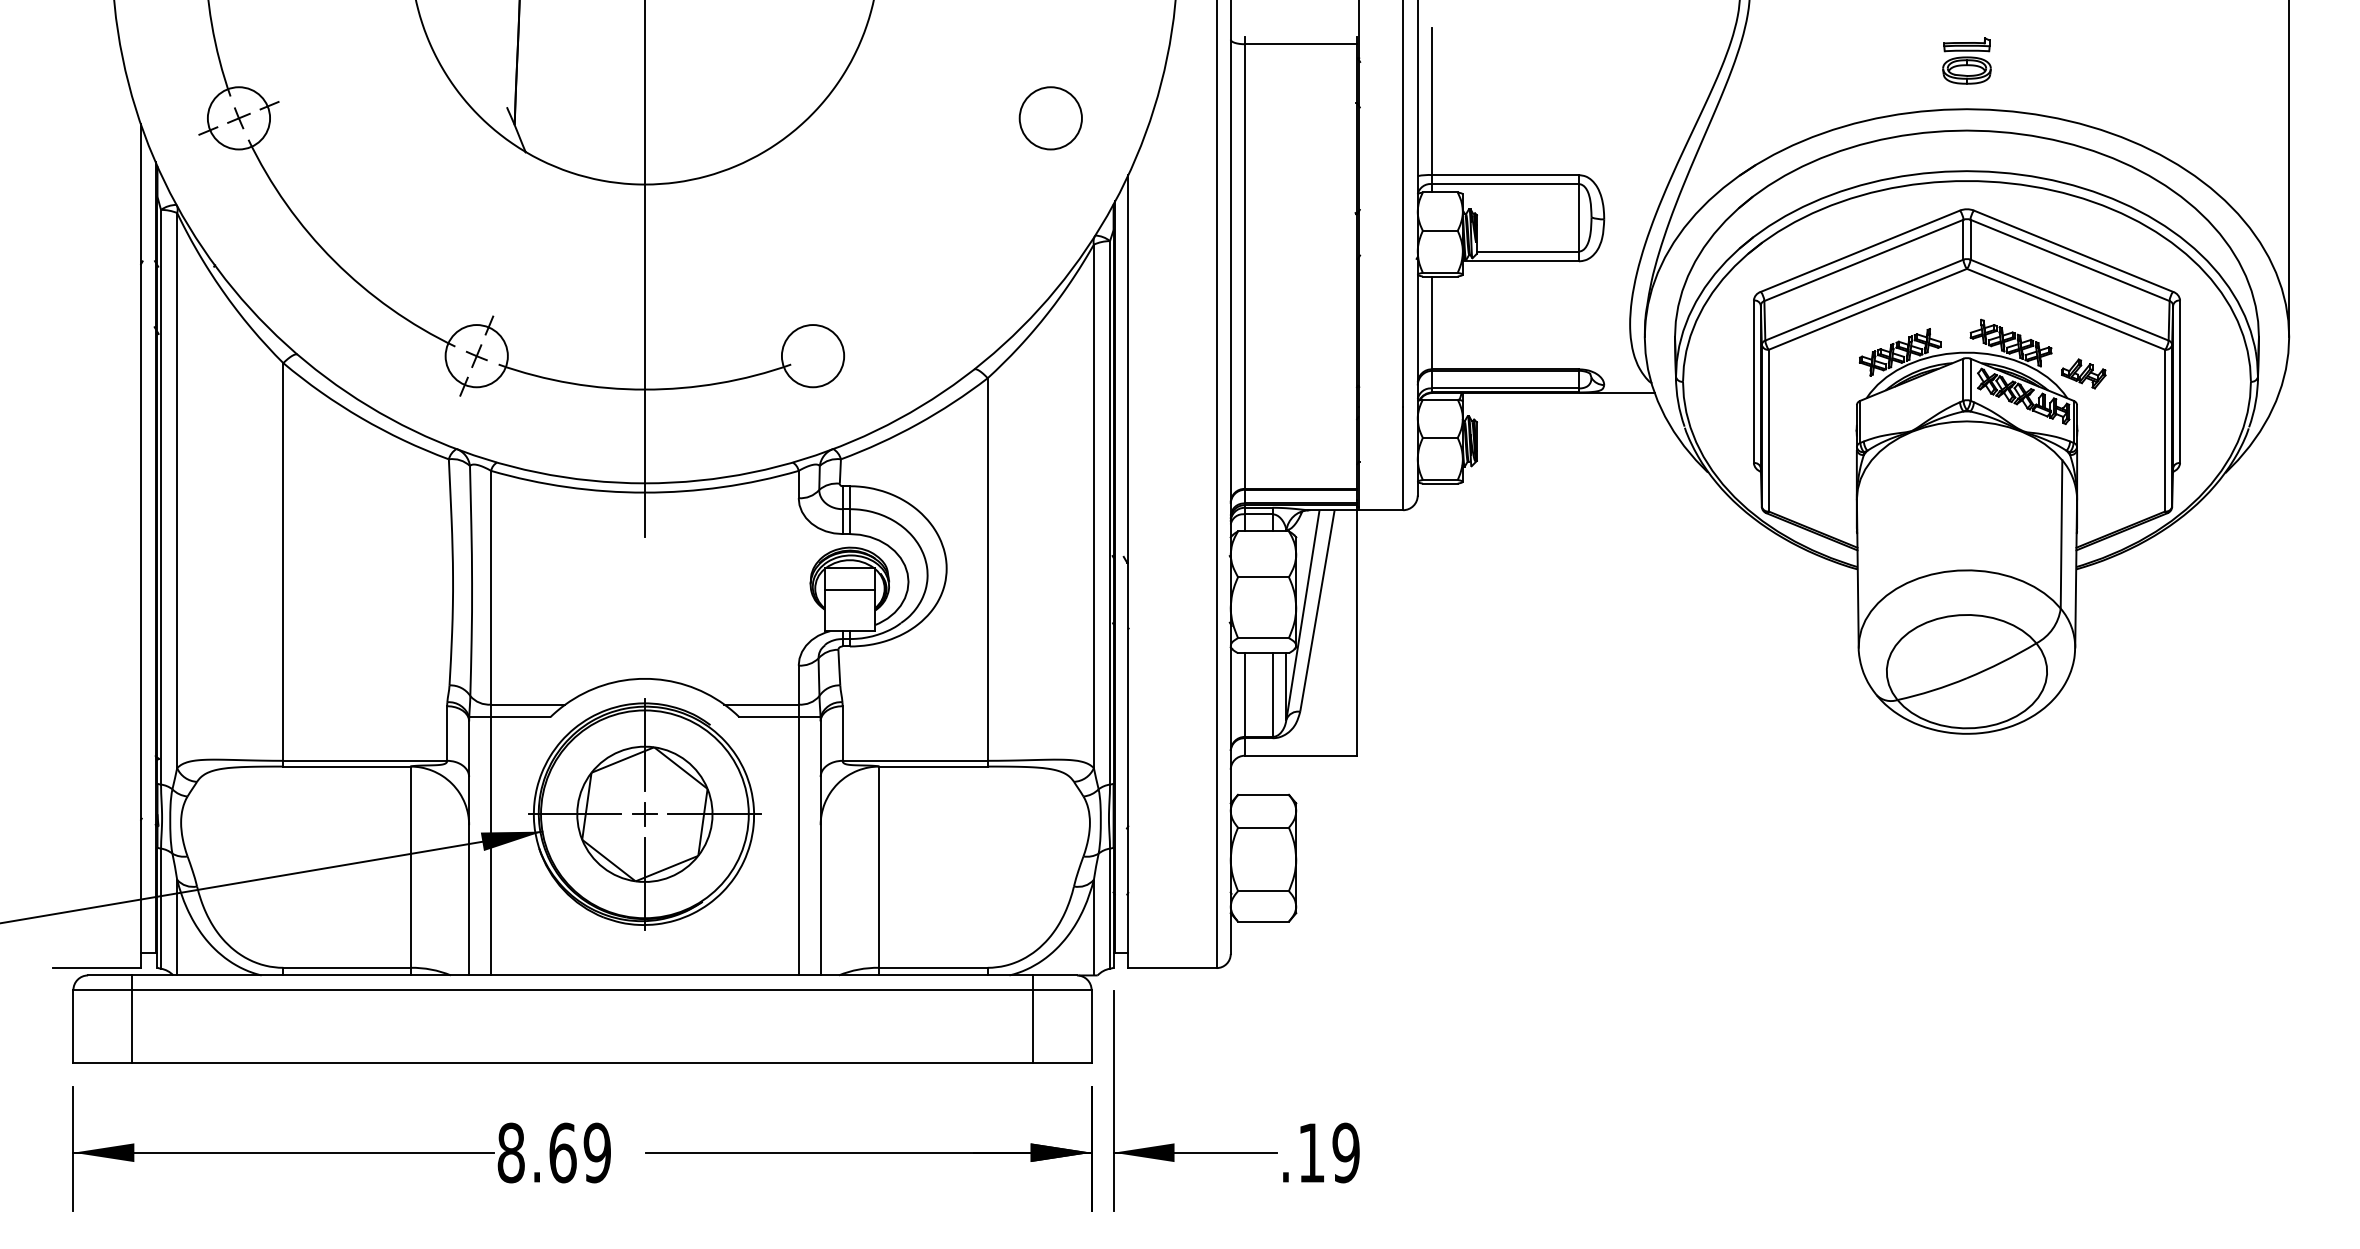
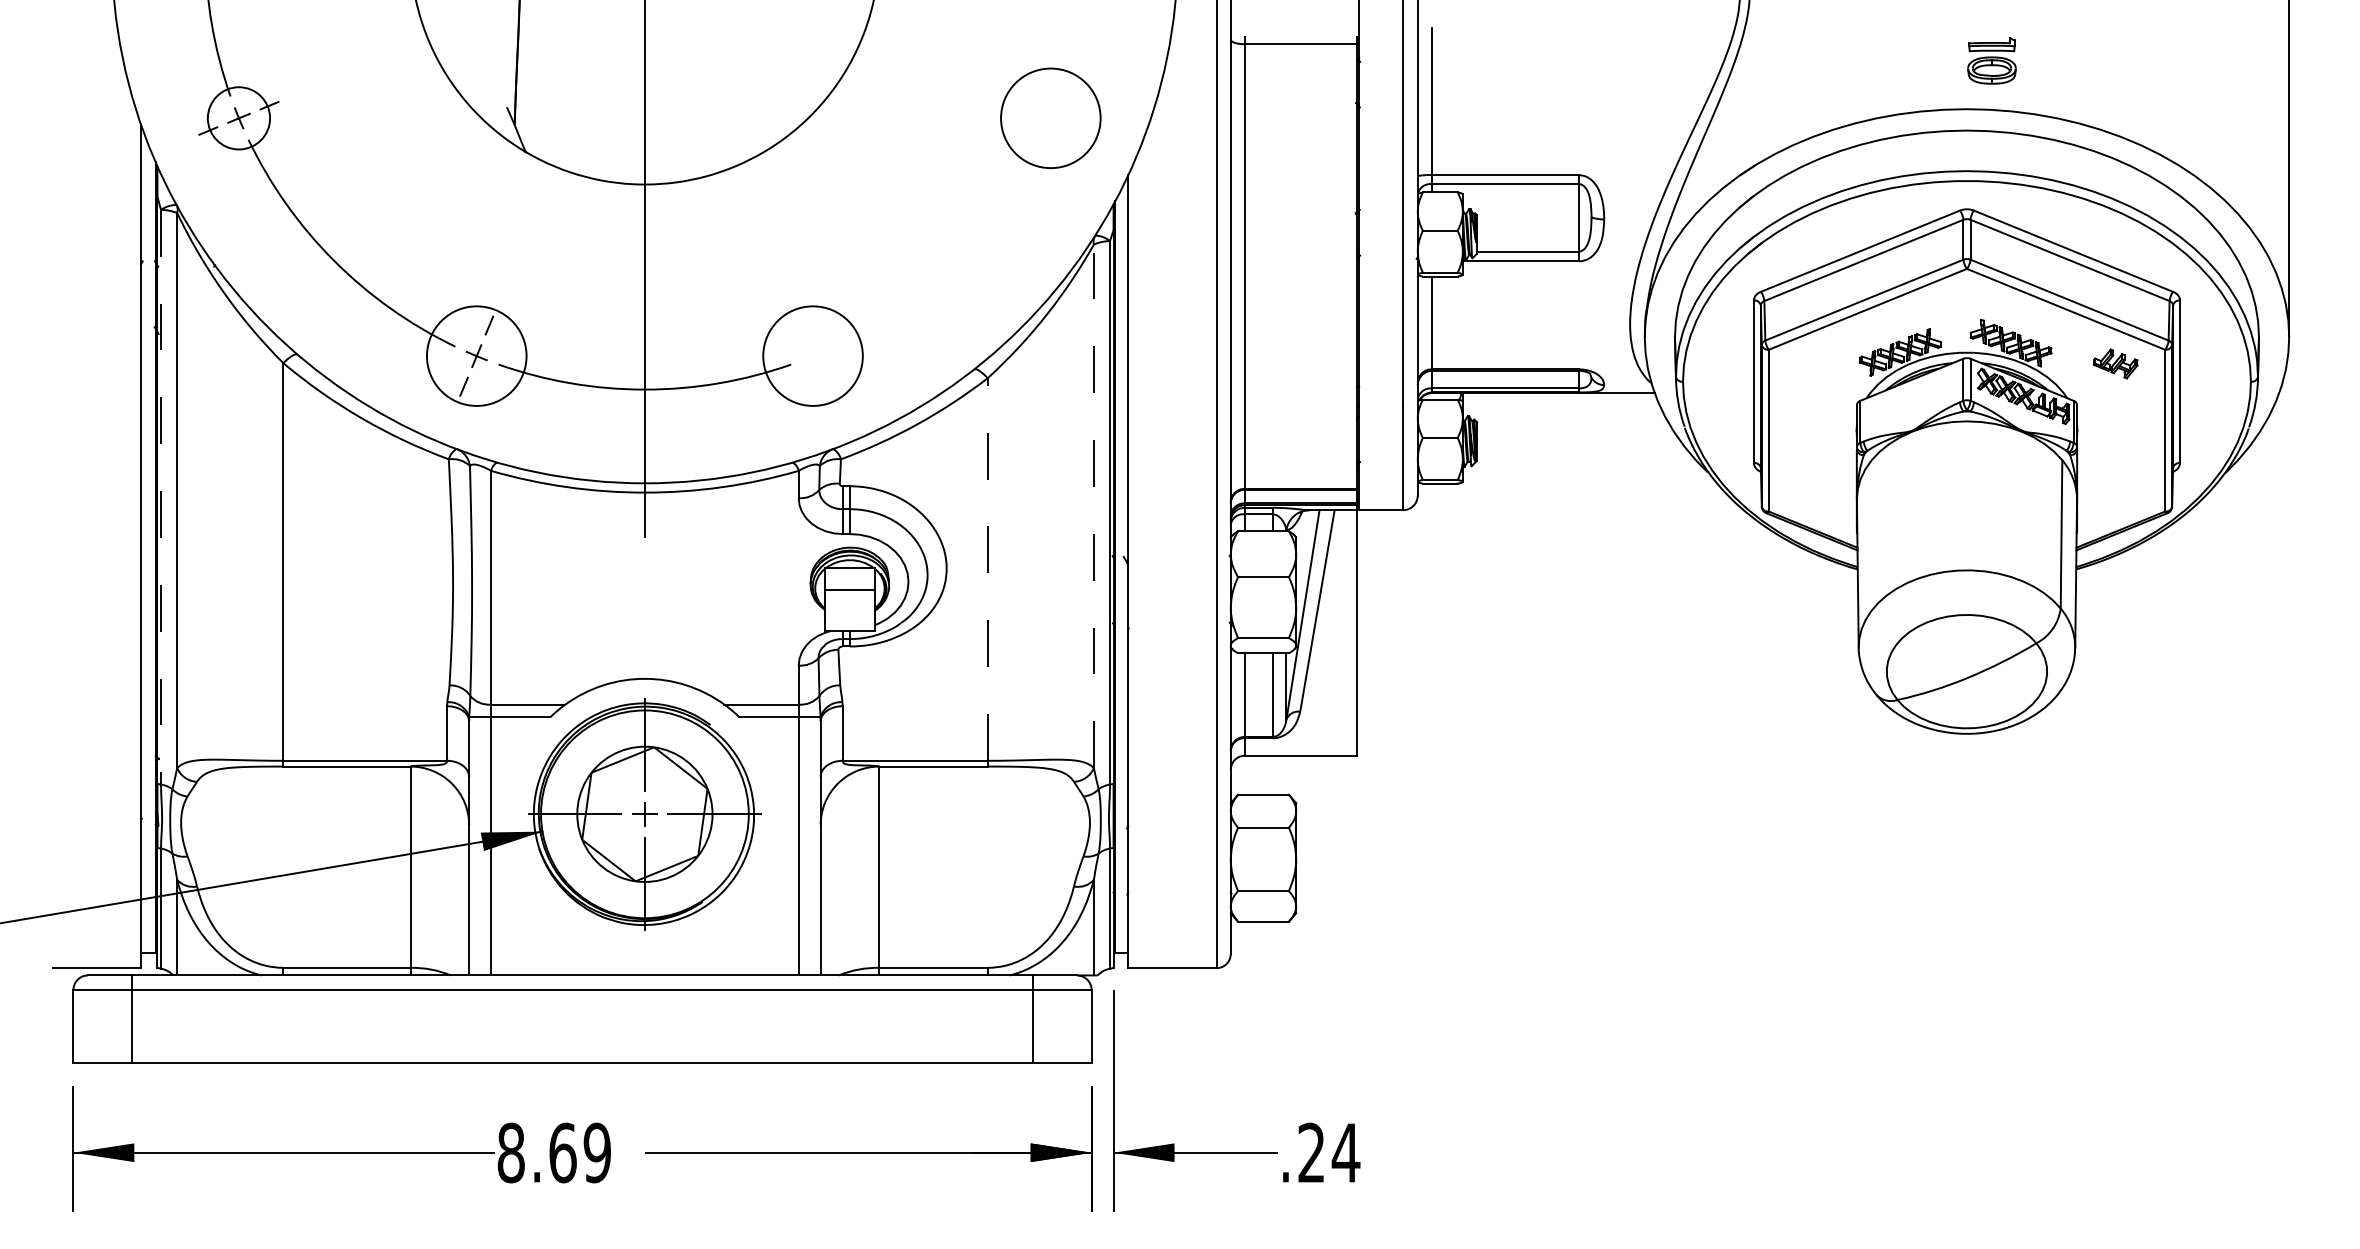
part at (1966, 60) position: (1966, 60) -> (1991, 60)
circle at (1050, 118) diameter: 62 px -> 100 px
circle at (476, 356) diameter: 62 px -> 100 px
circle at (812, 356) diameter: 62 px -> 100 px
part at (2083, 373) position: (2083, 373) -> (2115, 363)
line at (161, 497): solid -> dashed
line at (1093, 506): solid -> dashed
line at (987, 569): solid -> dashed
text at (1329, 1152): .19 -> .24
